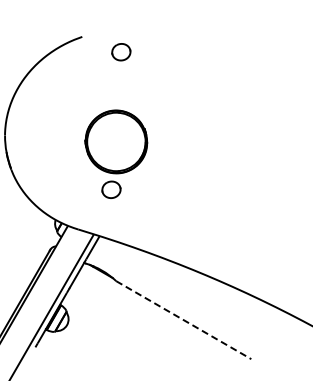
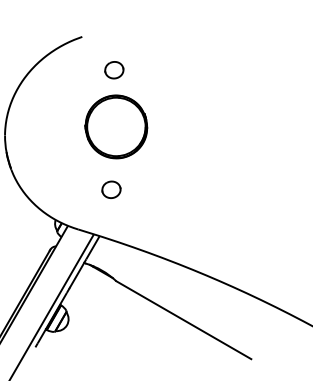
part at (121, 52) position: (121, 52) -> (114, 70)
part at (116, 141) position: (116, 141) -> (116, 126)
line at (183, 320): dashed -> solid
